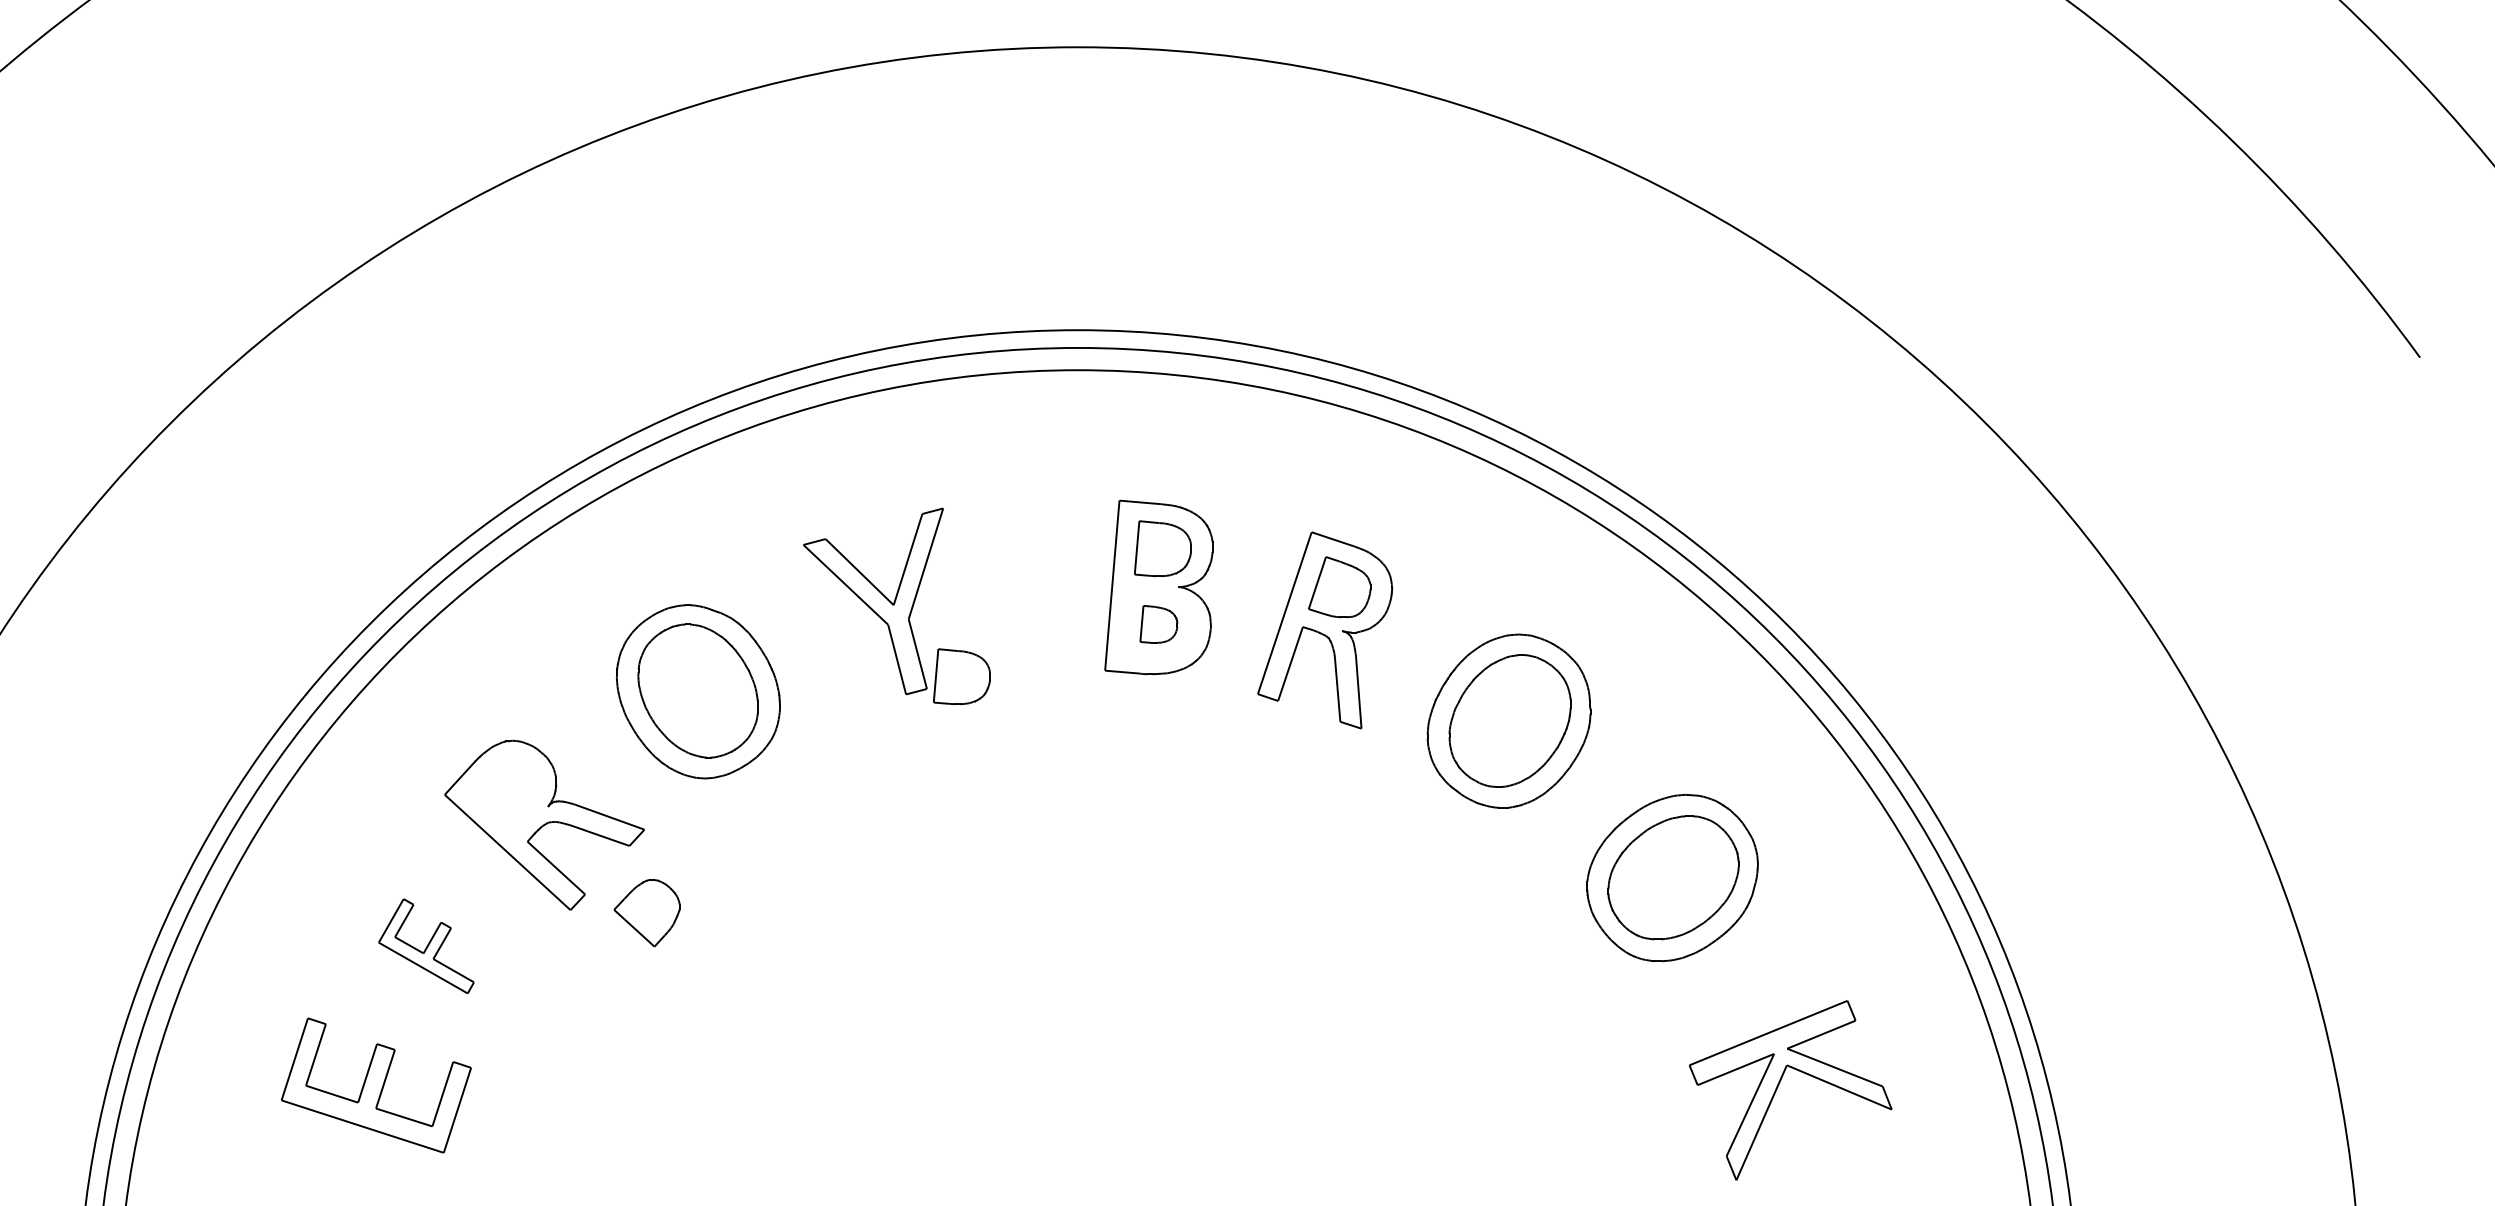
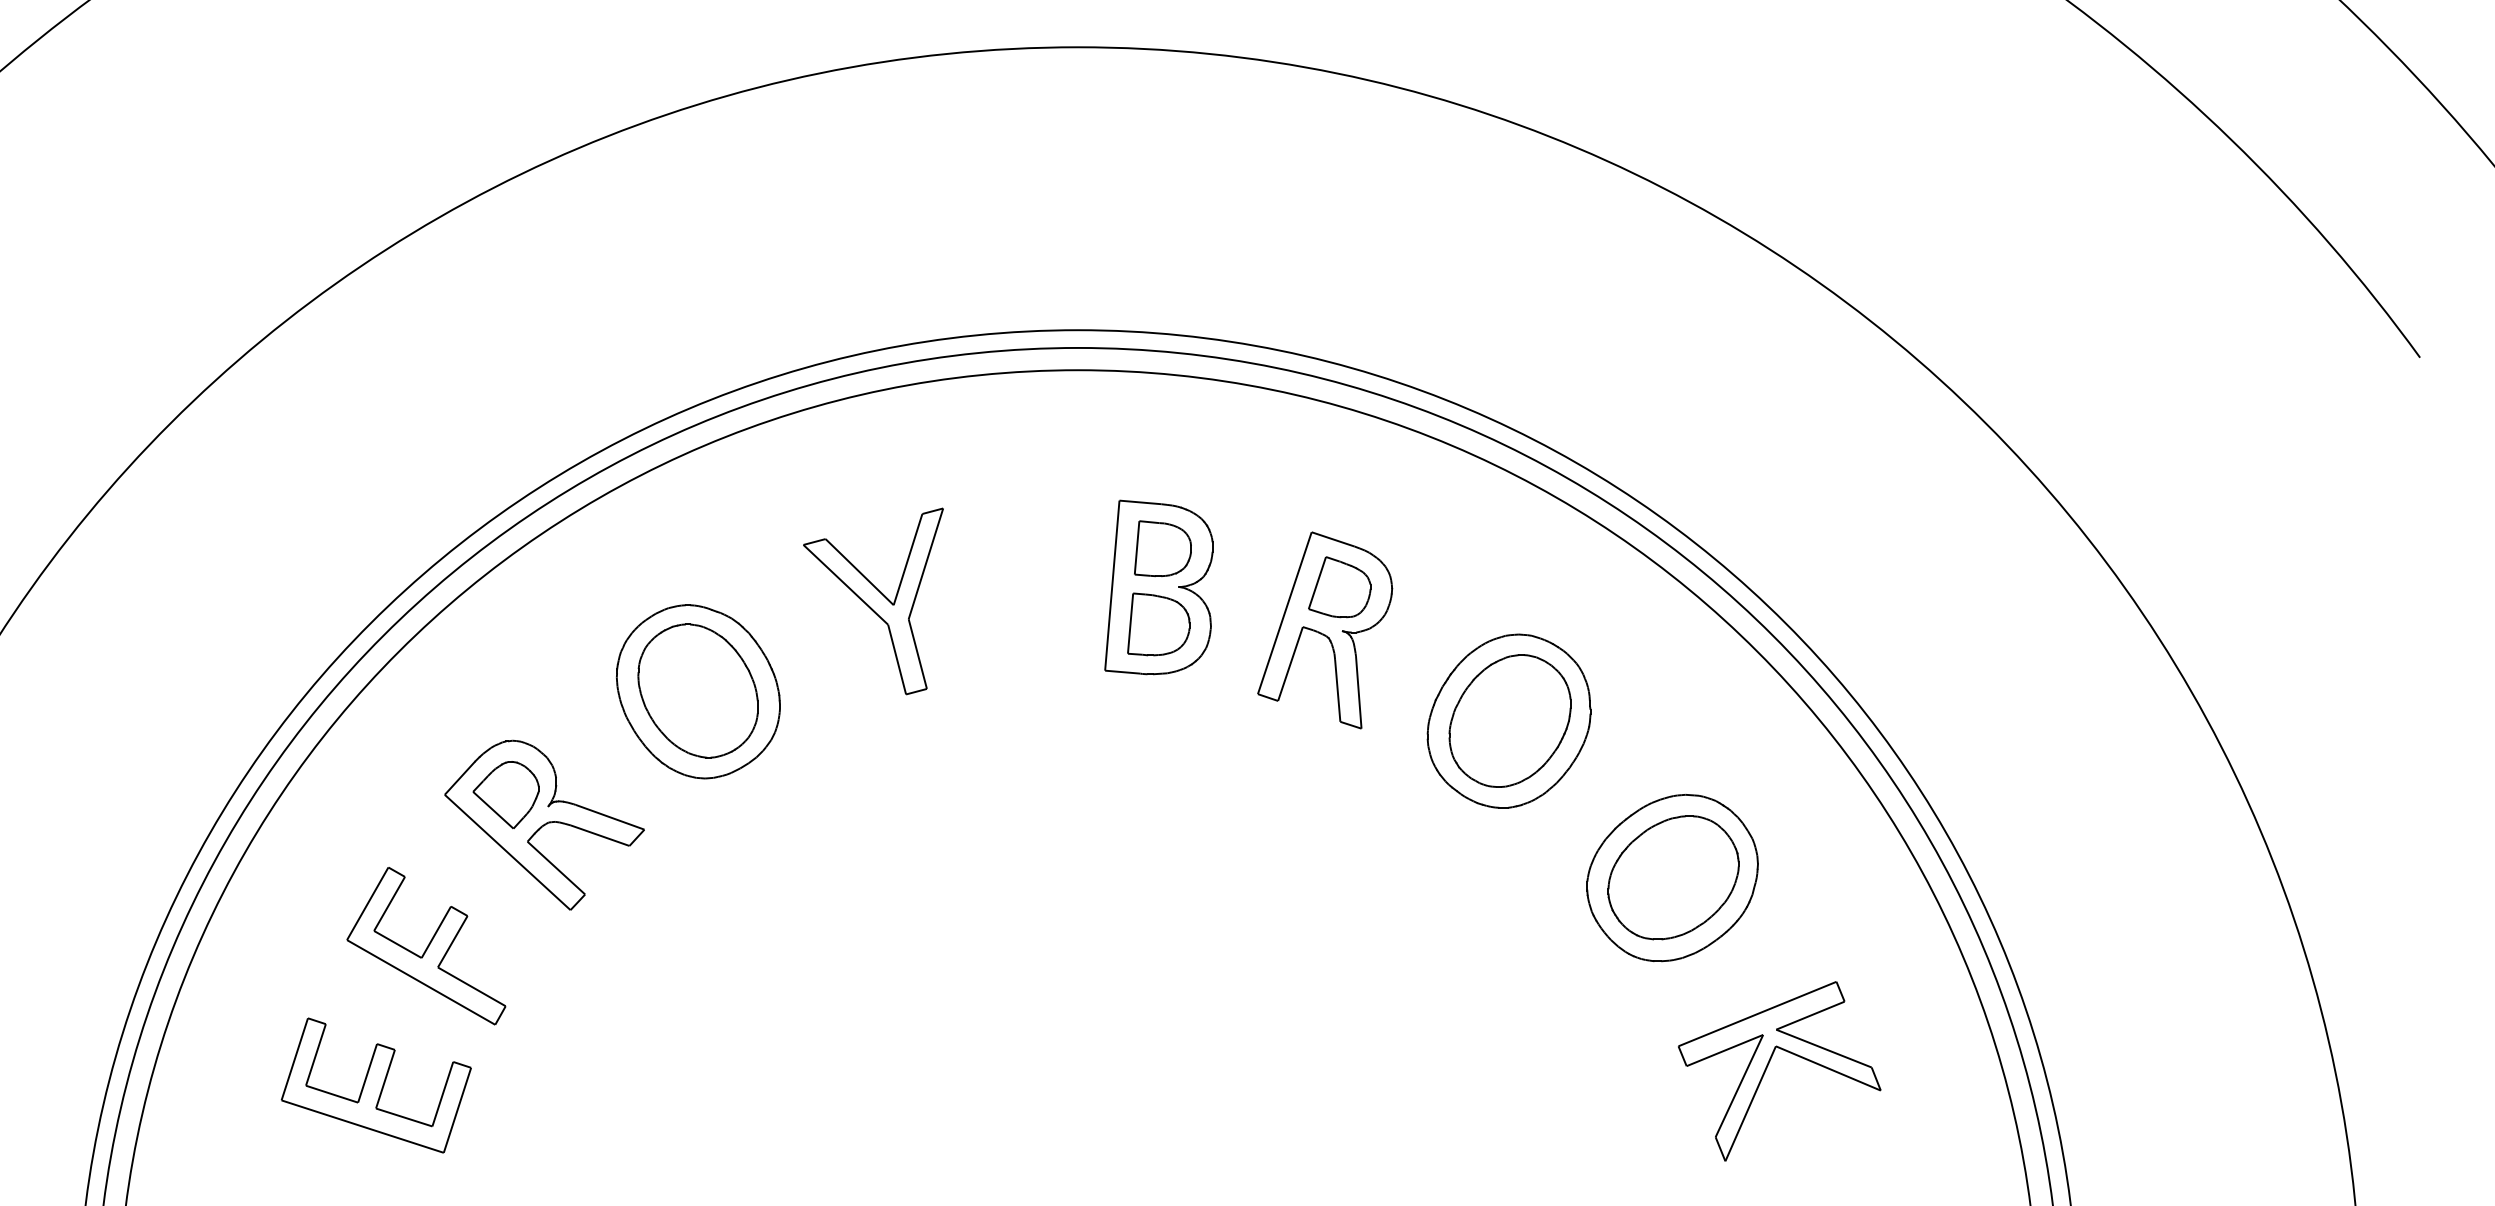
part at (1158, 624) size: 40x39 px -> 64x65 px
part at (961, 676): present -> none
part at (646, 913) position: (646, 913) -> (505, 795)
part at (426, 945) size: 97x96 px -> 161x159 px
part at (1779, 1085) position: (1779, 1085) -> (1768, 1066)
